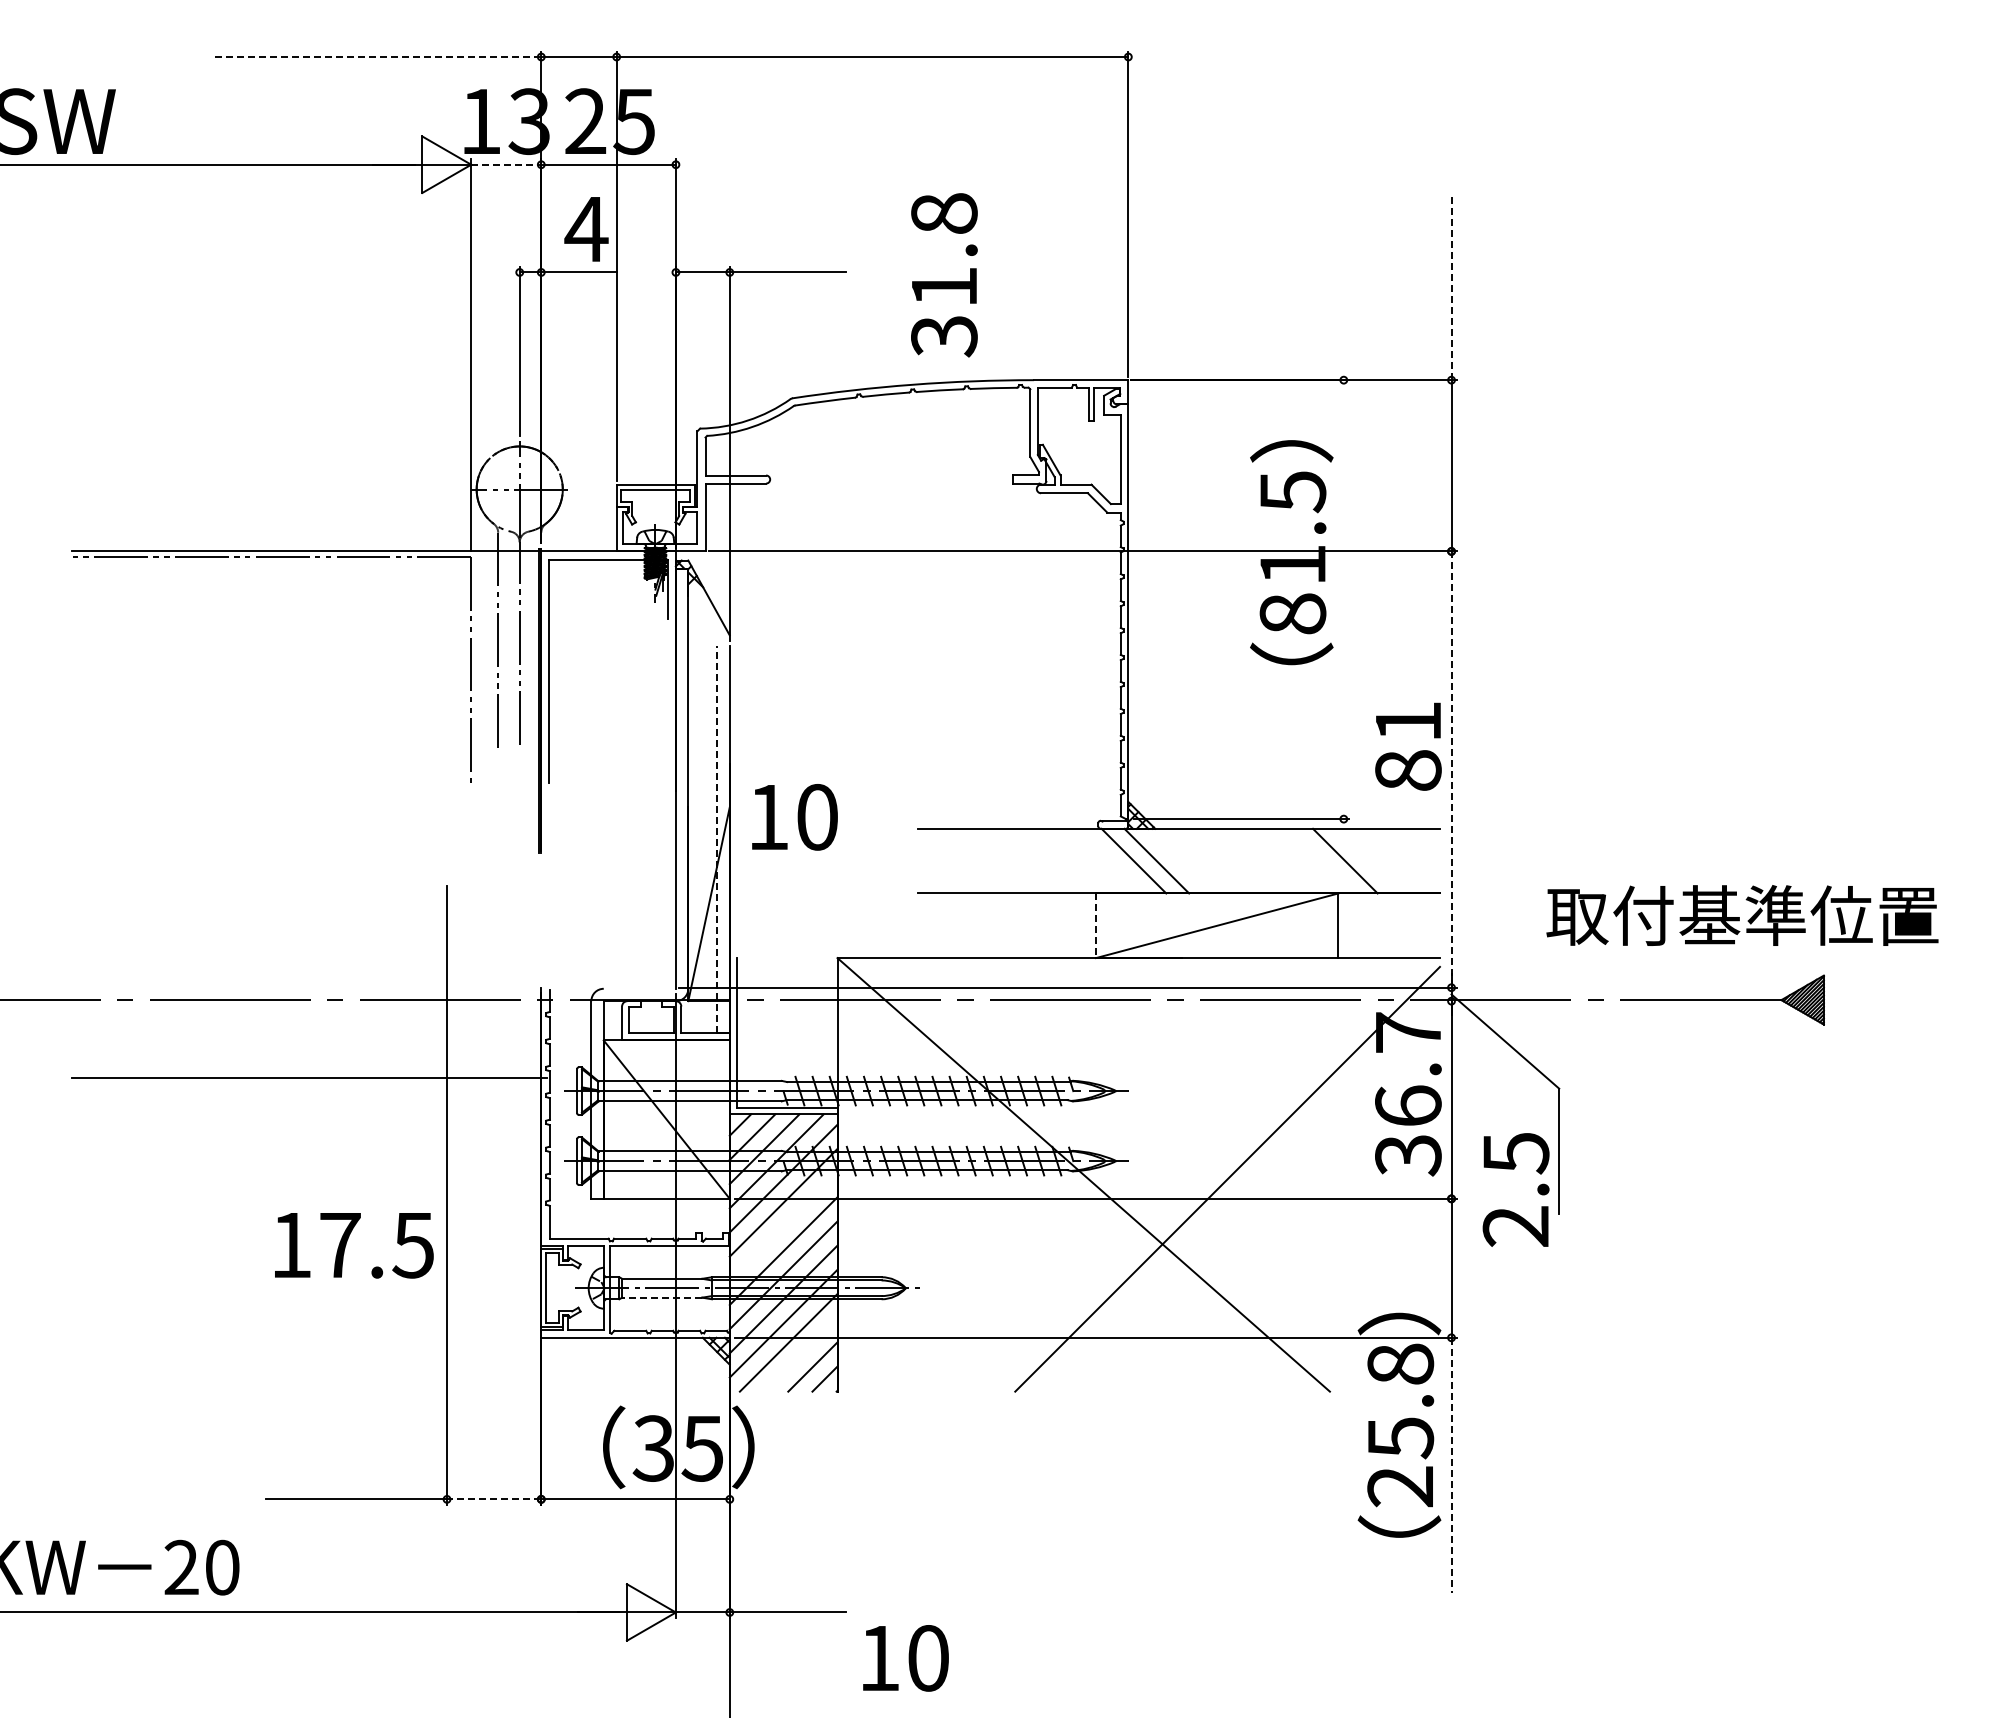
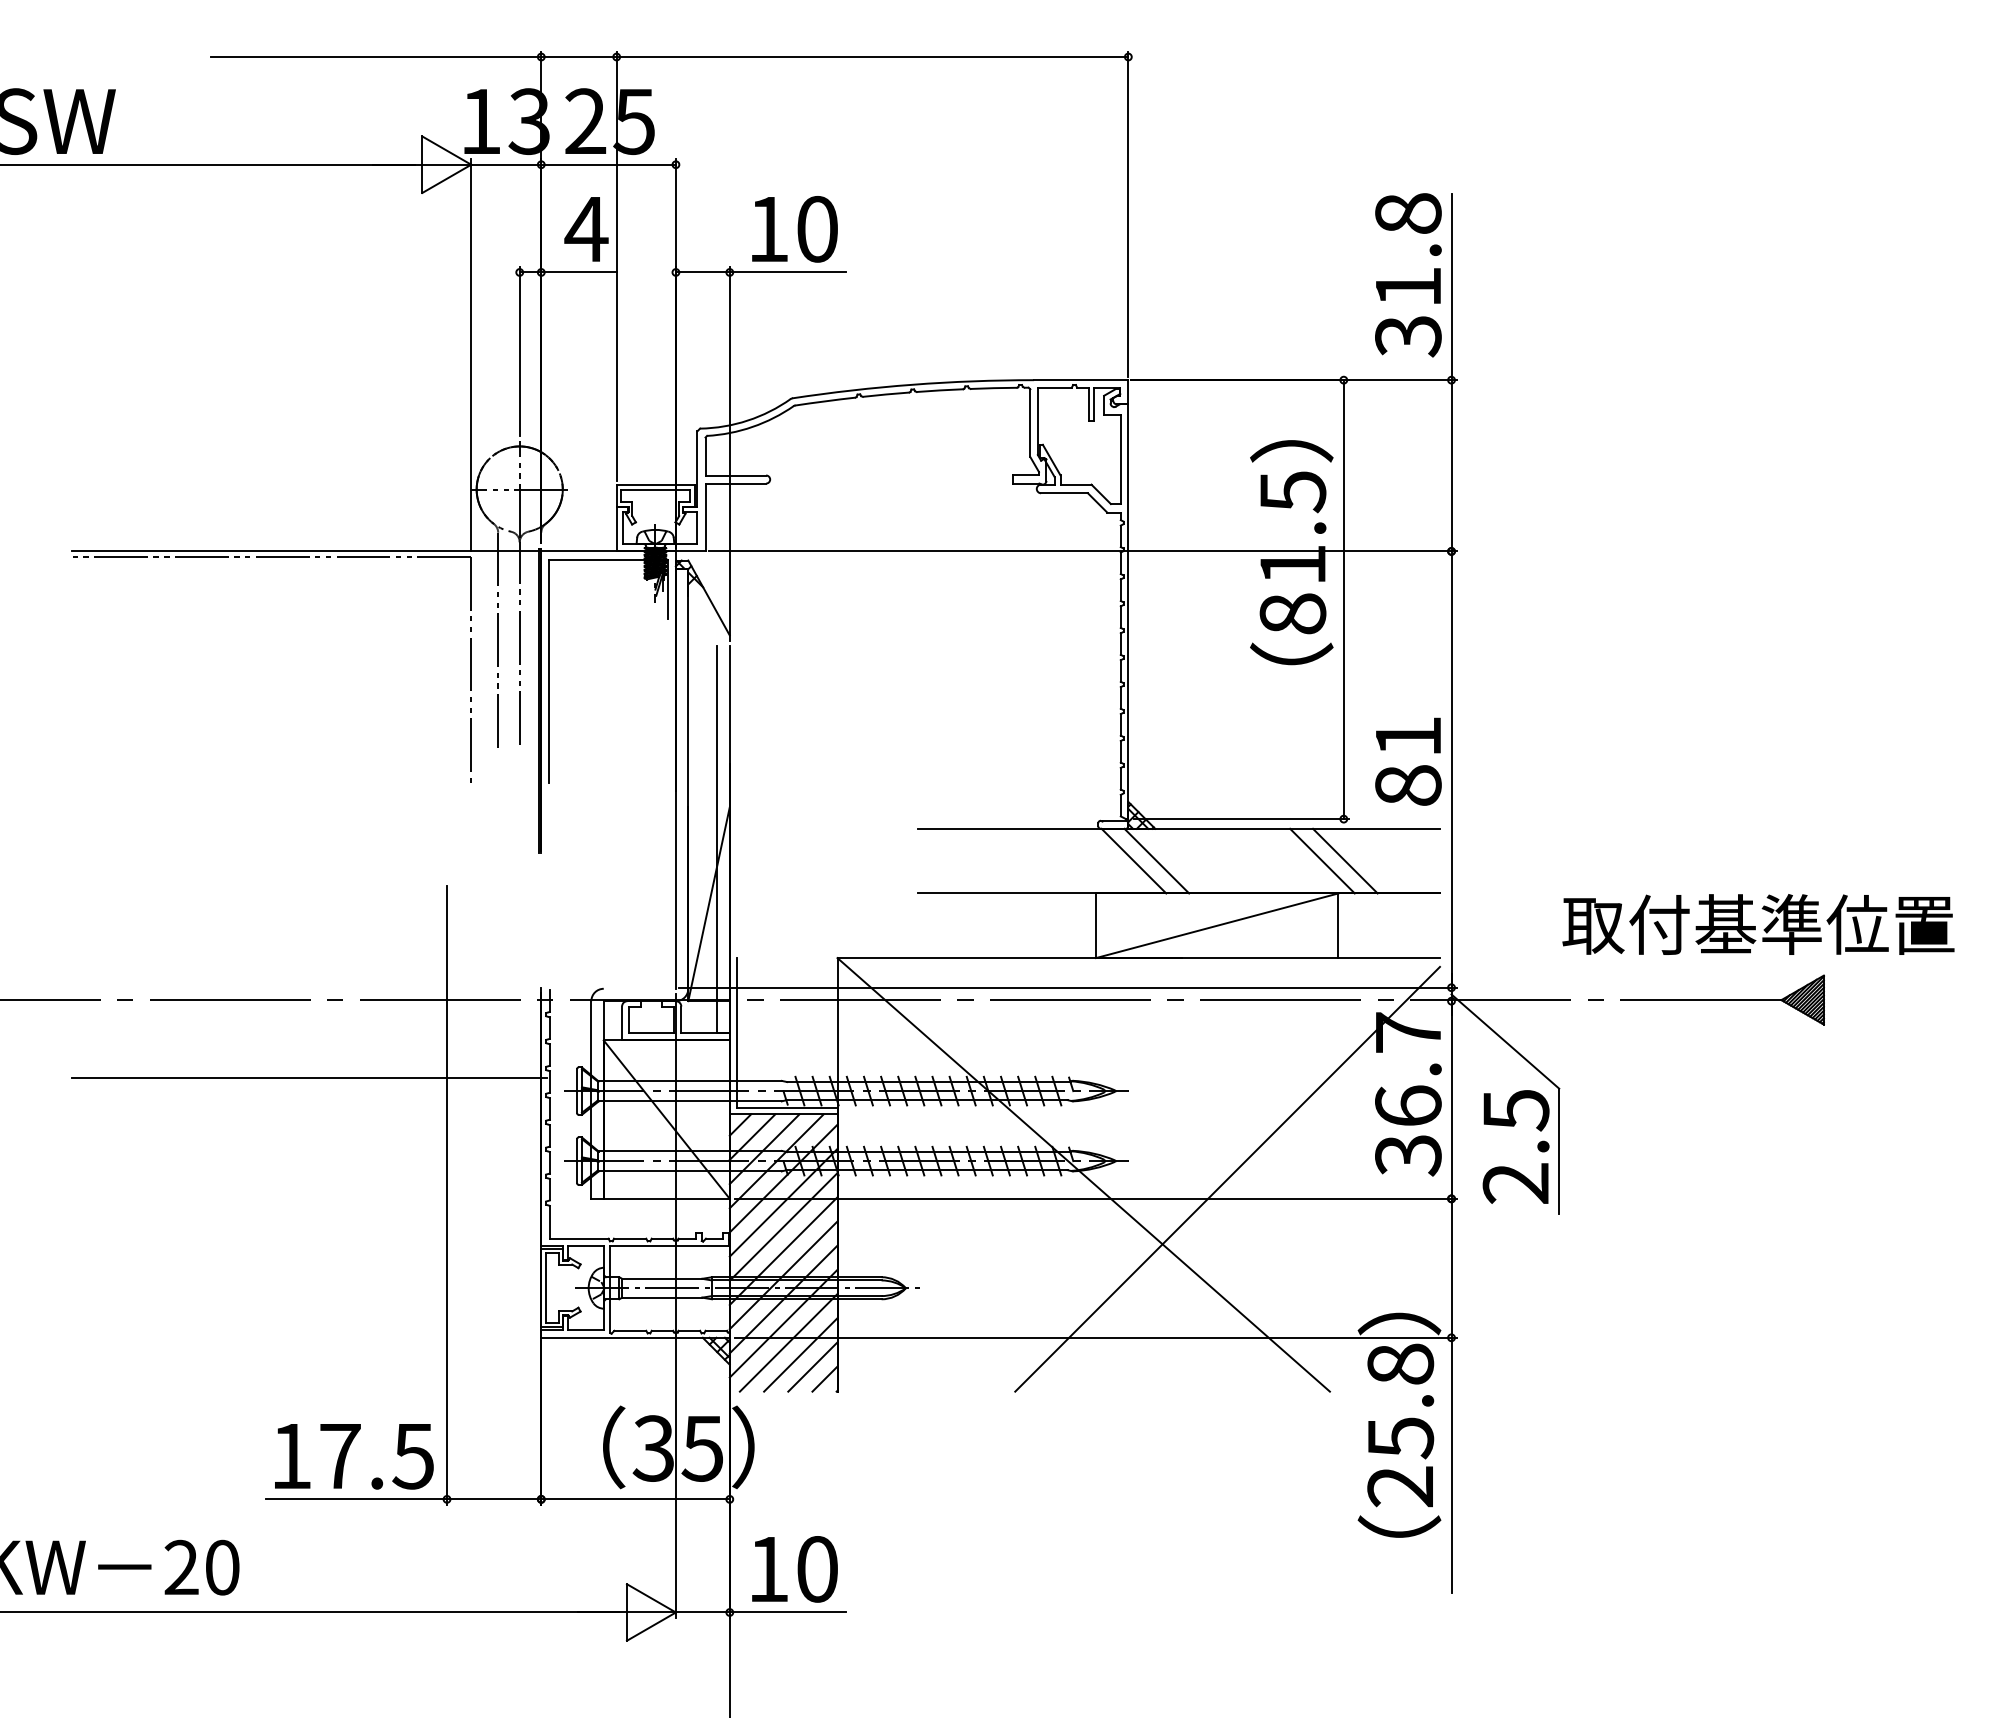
line at (375, 57): dashed -> solid
line at (506, 164): dashed -> solid
text at (944, 275) position: (944, 275) -> (1408, 275)
line at (1451, 286): dashed -> solid
line at (1343, 599): none -> present
text at (1408, 746) position: (1408, 746) -> (1408, 761)
line at (1451, 770): dashed -> solid
text at (794, 817) position: (794, 817) -> (794, 229)
line at (717, 839): dashed -> solid
line at (1322, 860): none -> present
text at (1742, 915) position: (1742, 915) -> (1758, 924)
line at (1096, 926): dashed -> solid
text at (1515, 1189) position: (1515, 1189) -> (1515, 1146)
line at (783, 1226): none -> present
text at (354, 1245) position: (354, 1245) -> (354, 1456)
line at (661, 1297): dashed -> solid
line at (800, 1354): none -> present
line at (1451, 1465): dashed -> solid
line at (493, 1499): dashed -> solid
text at (905, 1658) position: (905, 1658) -> (794, 1569)
